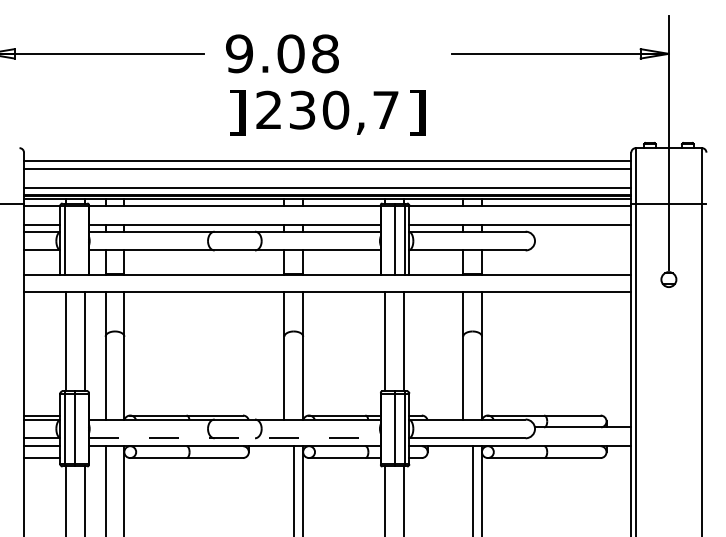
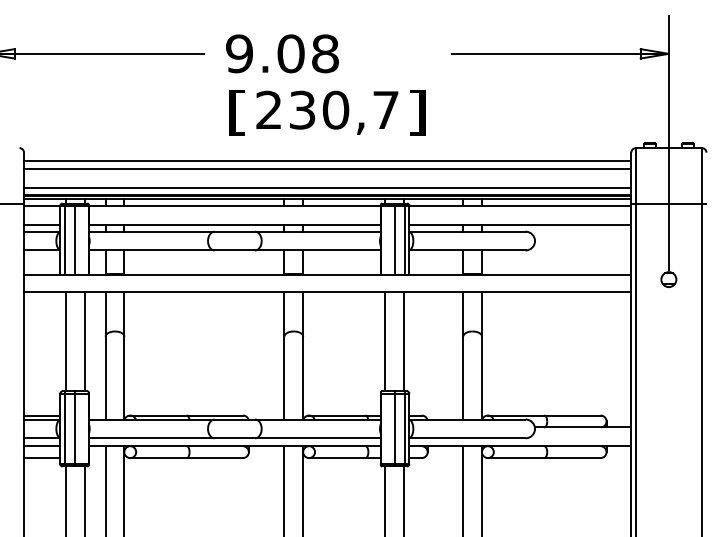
text at (237, 112): ] -> [
line at (75, 239): none -> present
line at (234, 438): dashed -> solid
line at (294, 489) position: (294, 489) -> (284, 489)
line at (473, 489) position: (473, 489) -> (463, 489)
